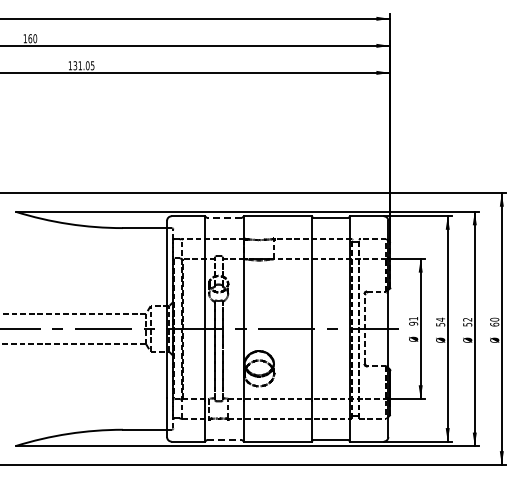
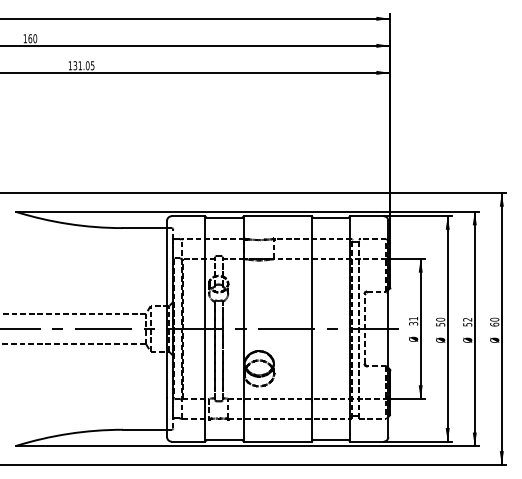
line at (224, 217): dashed -> solid
text at (440, 319): 54 -> 50
text at (413, 323): 91 -> 31
line at (225, 440): dashed -> solid
